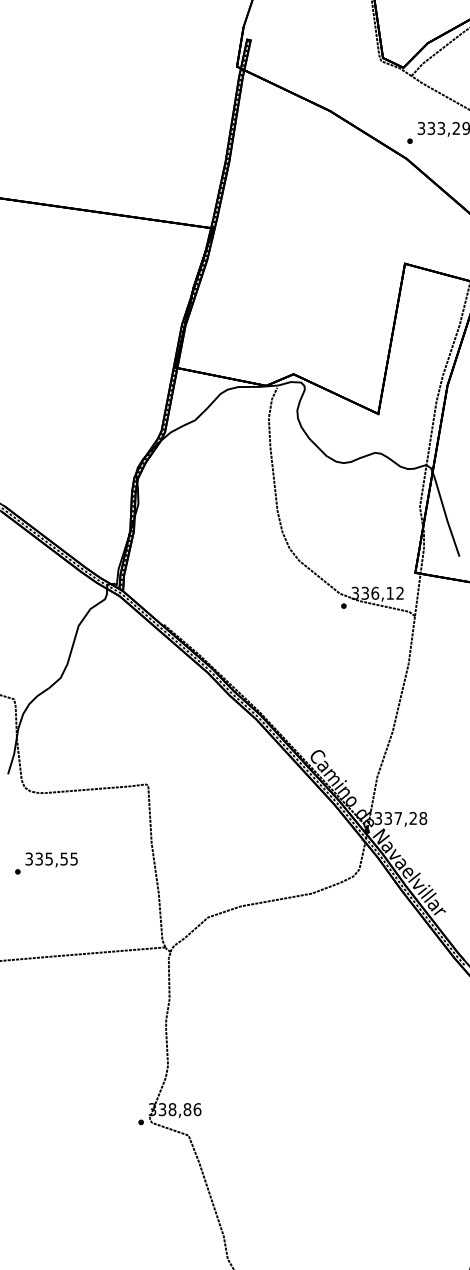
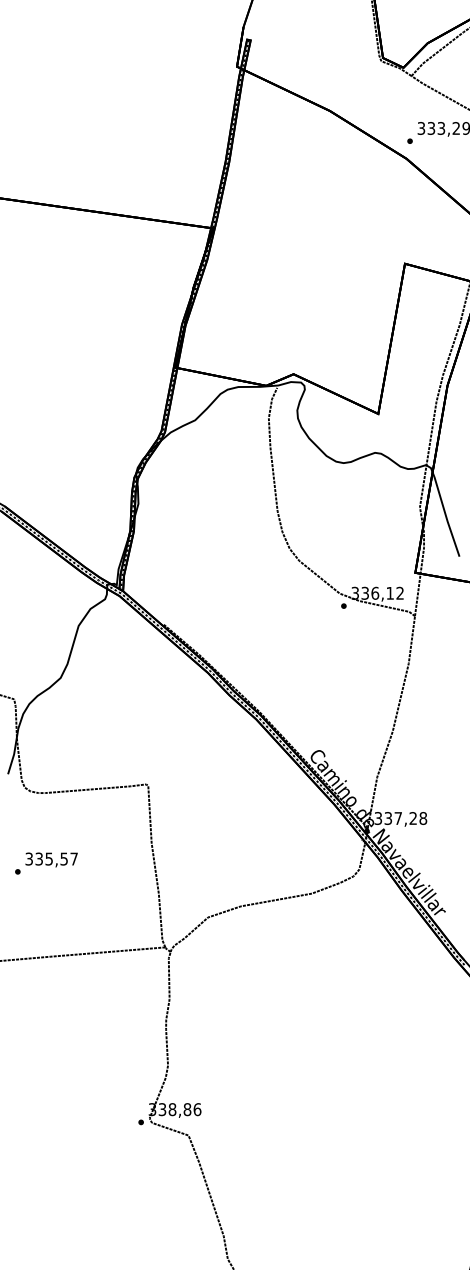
text at (73, 858): 335,55 -> 335,57
